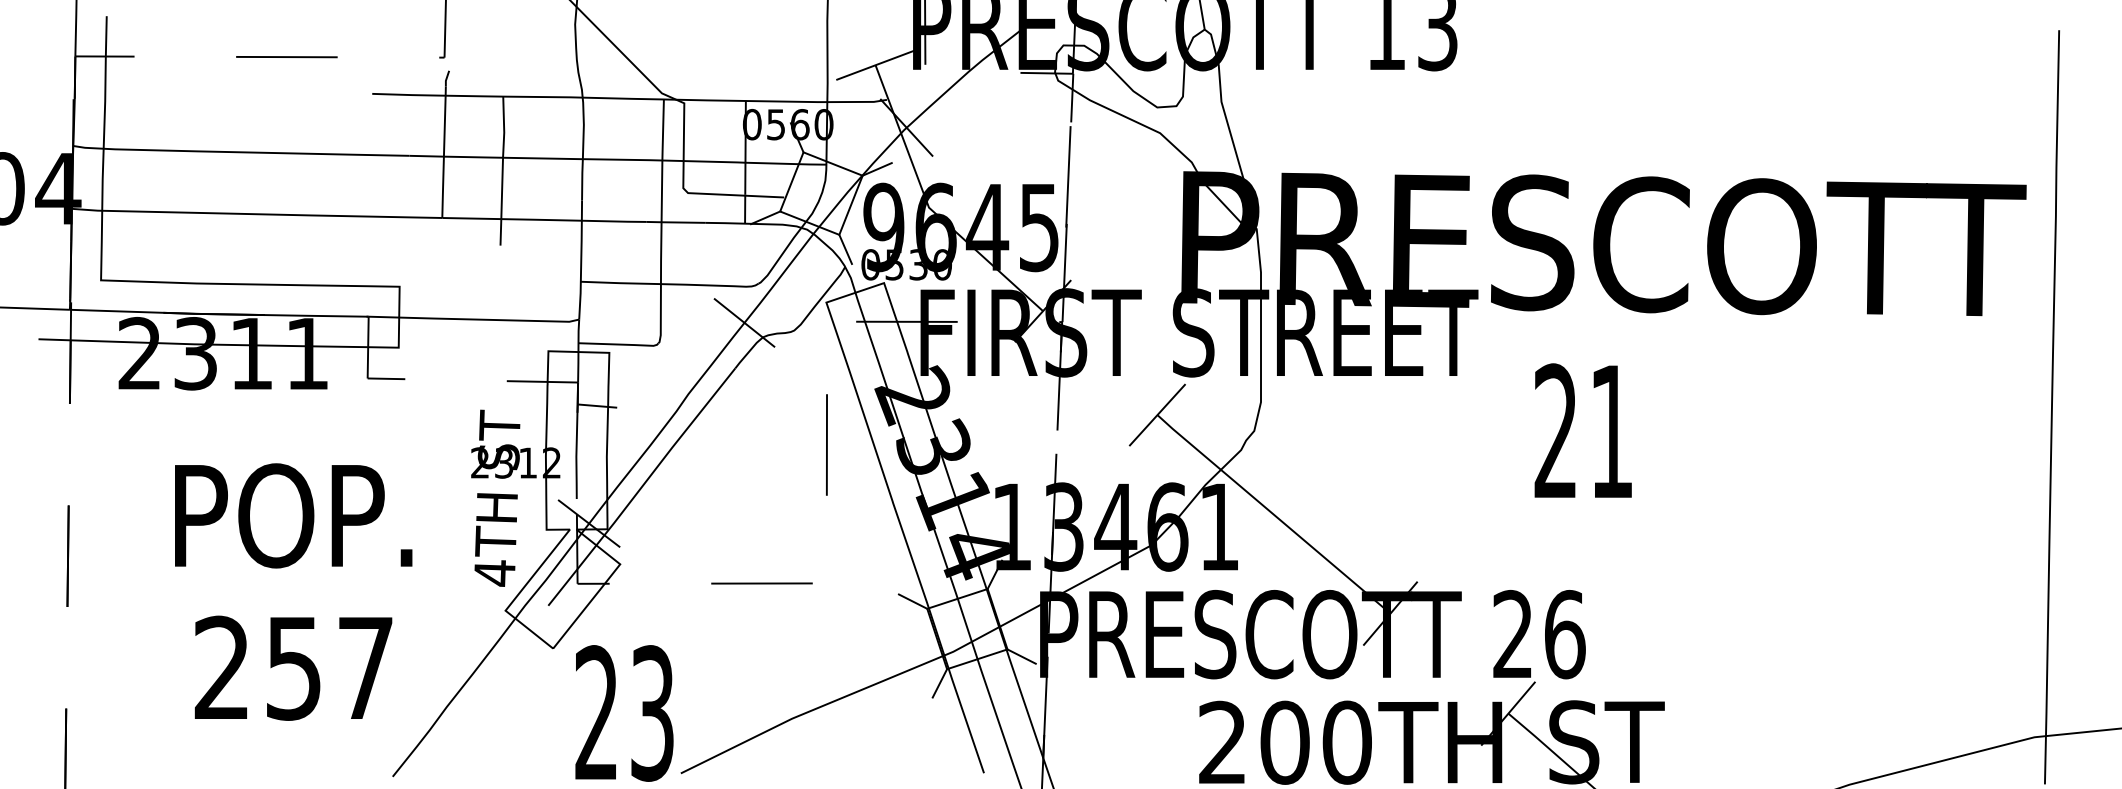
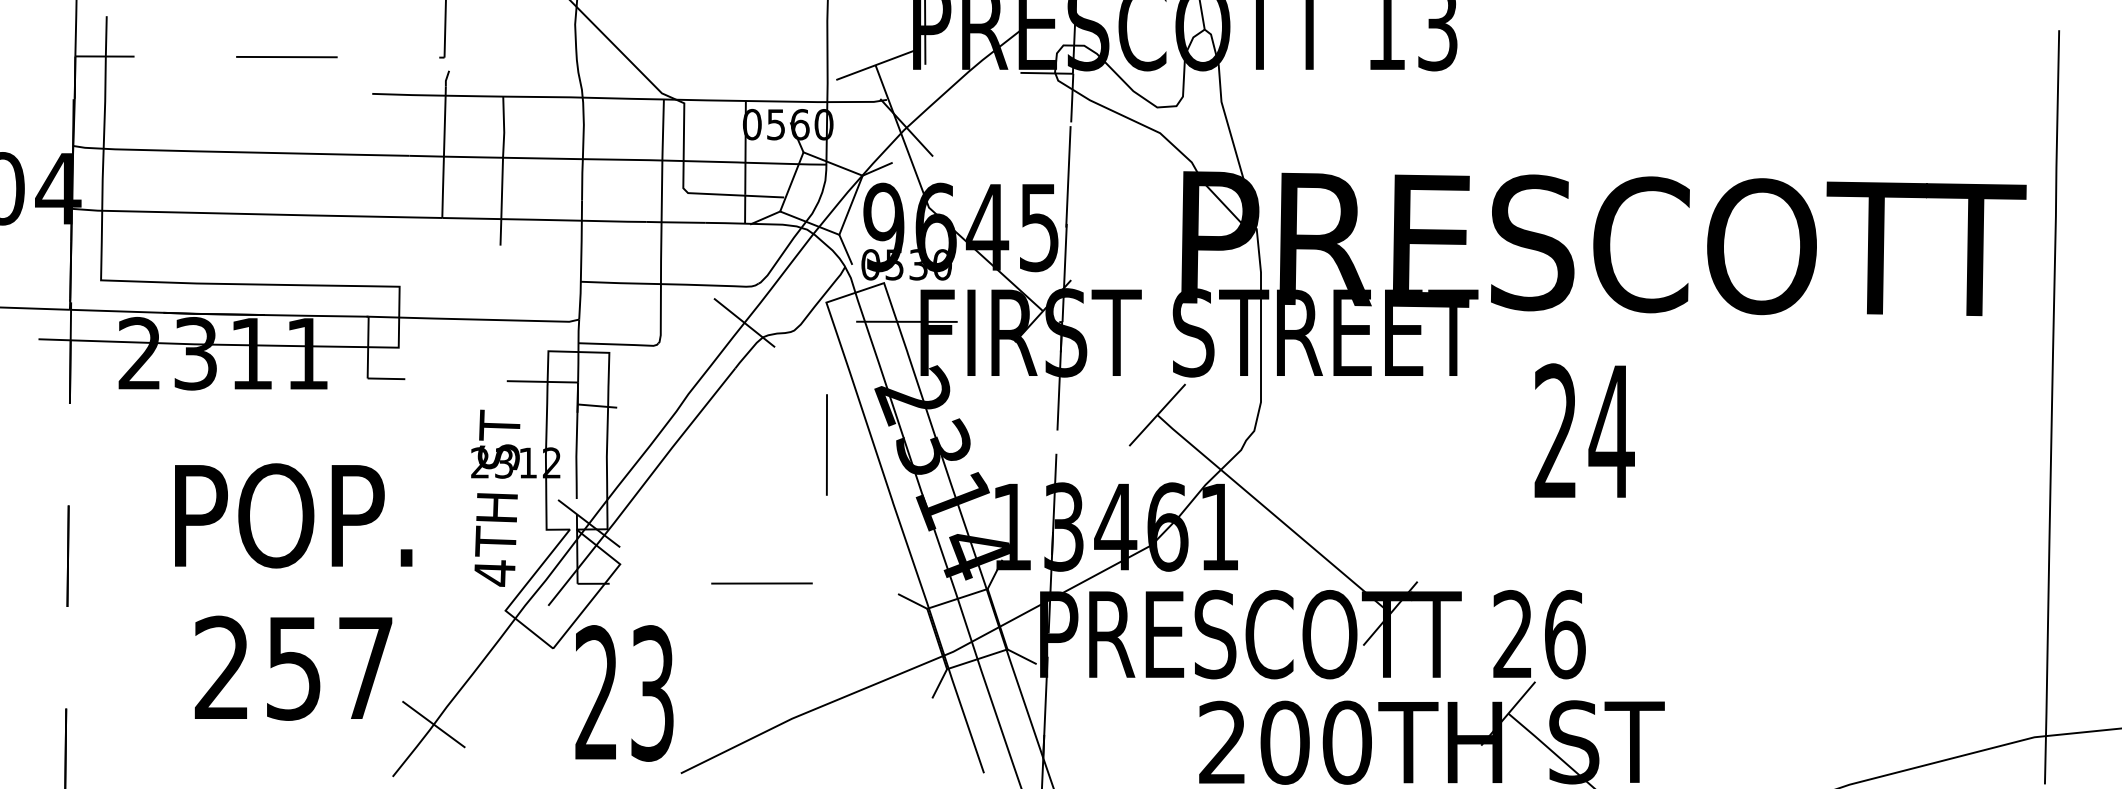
text at (1611, 431): 21 -> 24
text at (624, 713) position: (624, 713) -> (624, 693)
line at (433, 724): none -> present
